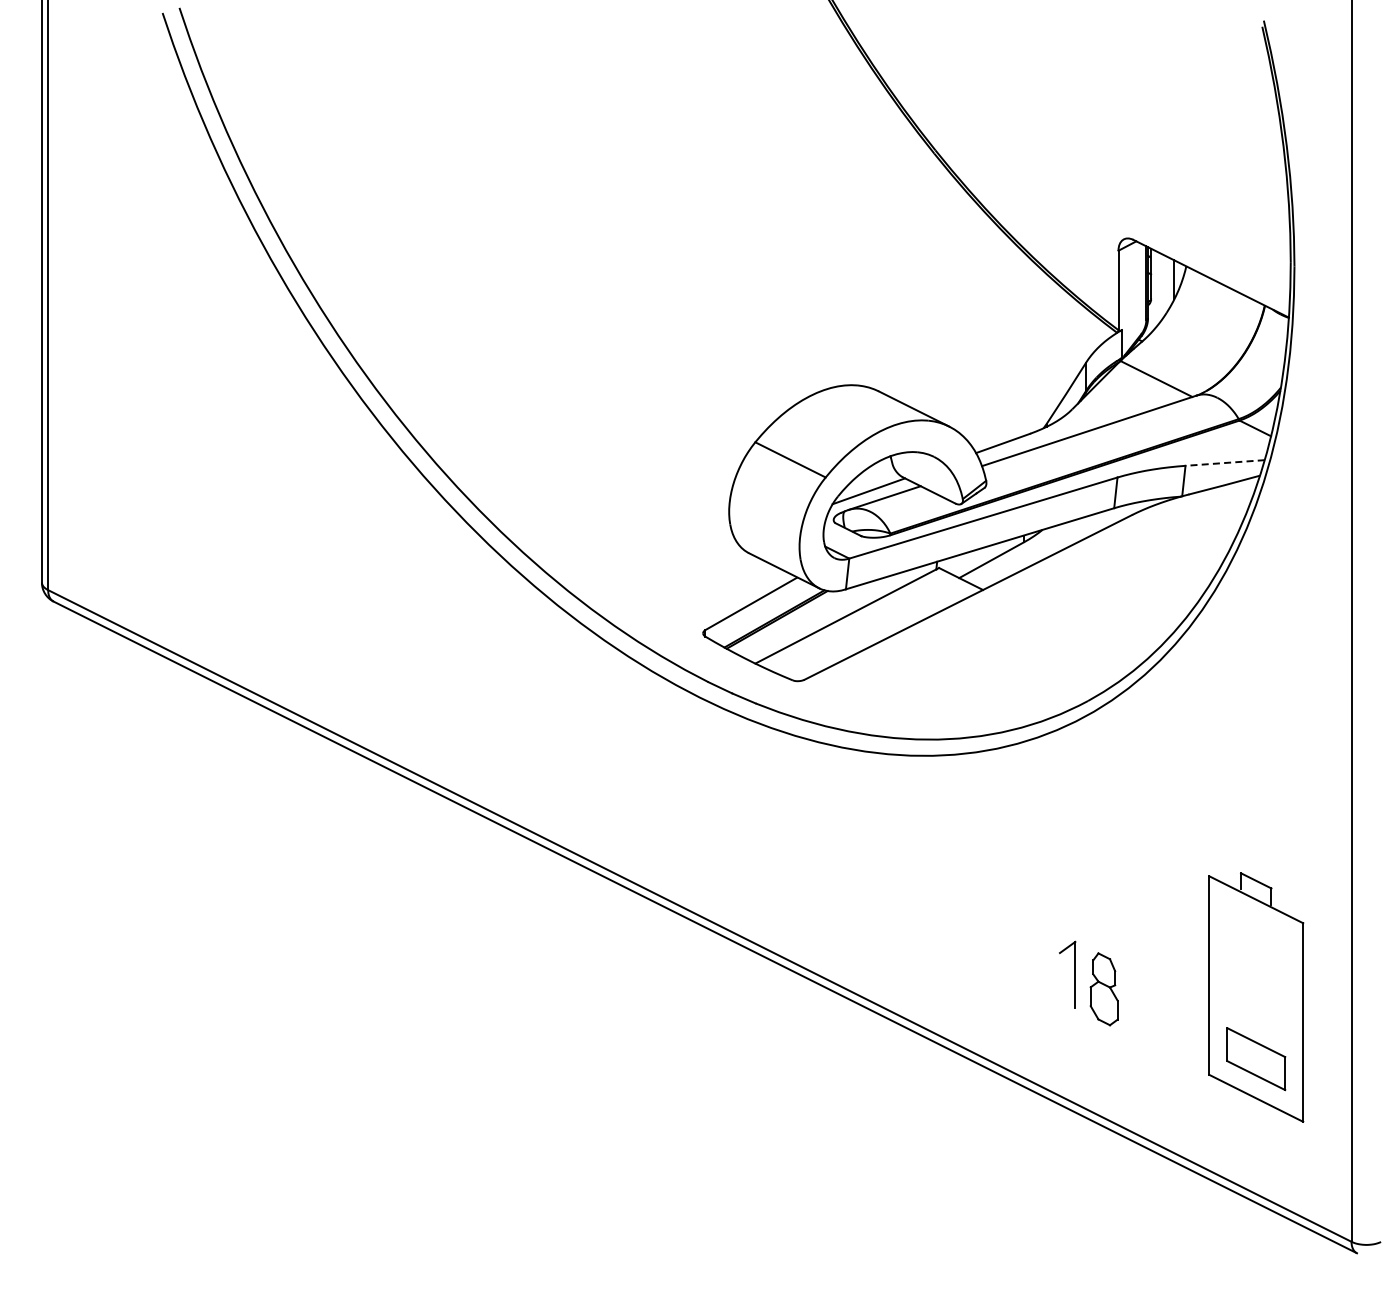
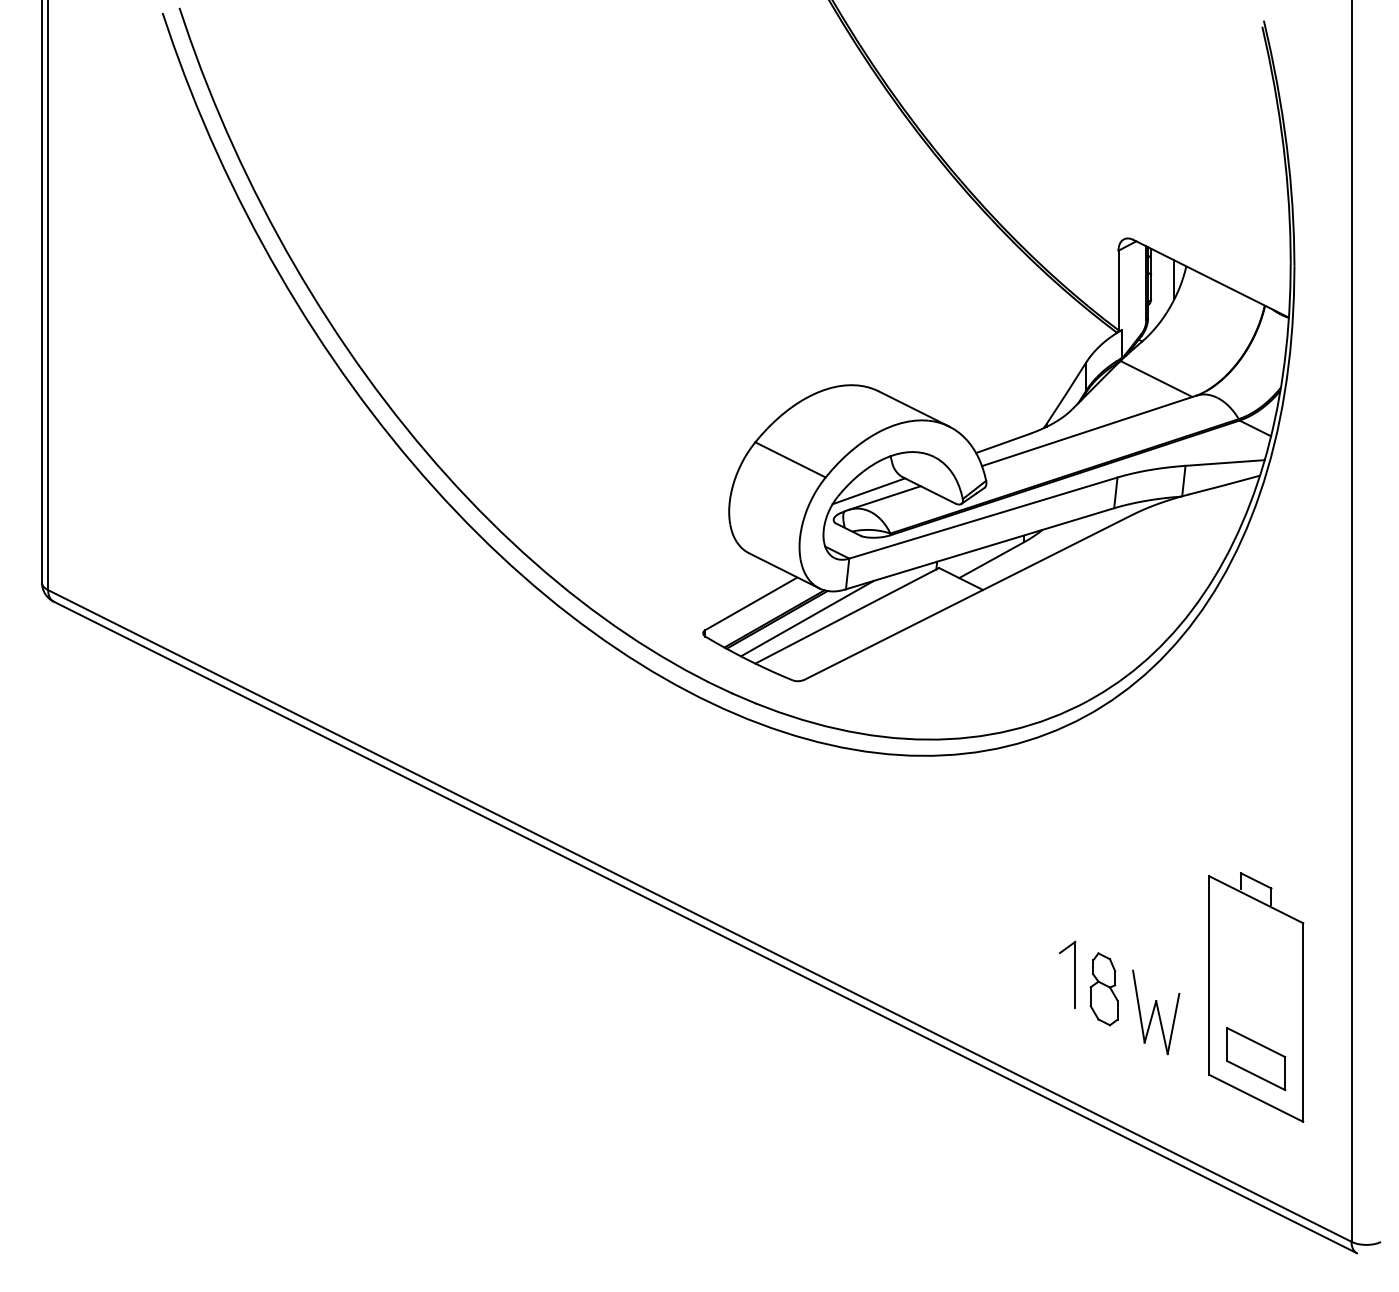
line at (1225, 463): dashed -> solid
line at (806, 618): none -> present
part at (1156, 1012): none -> present
